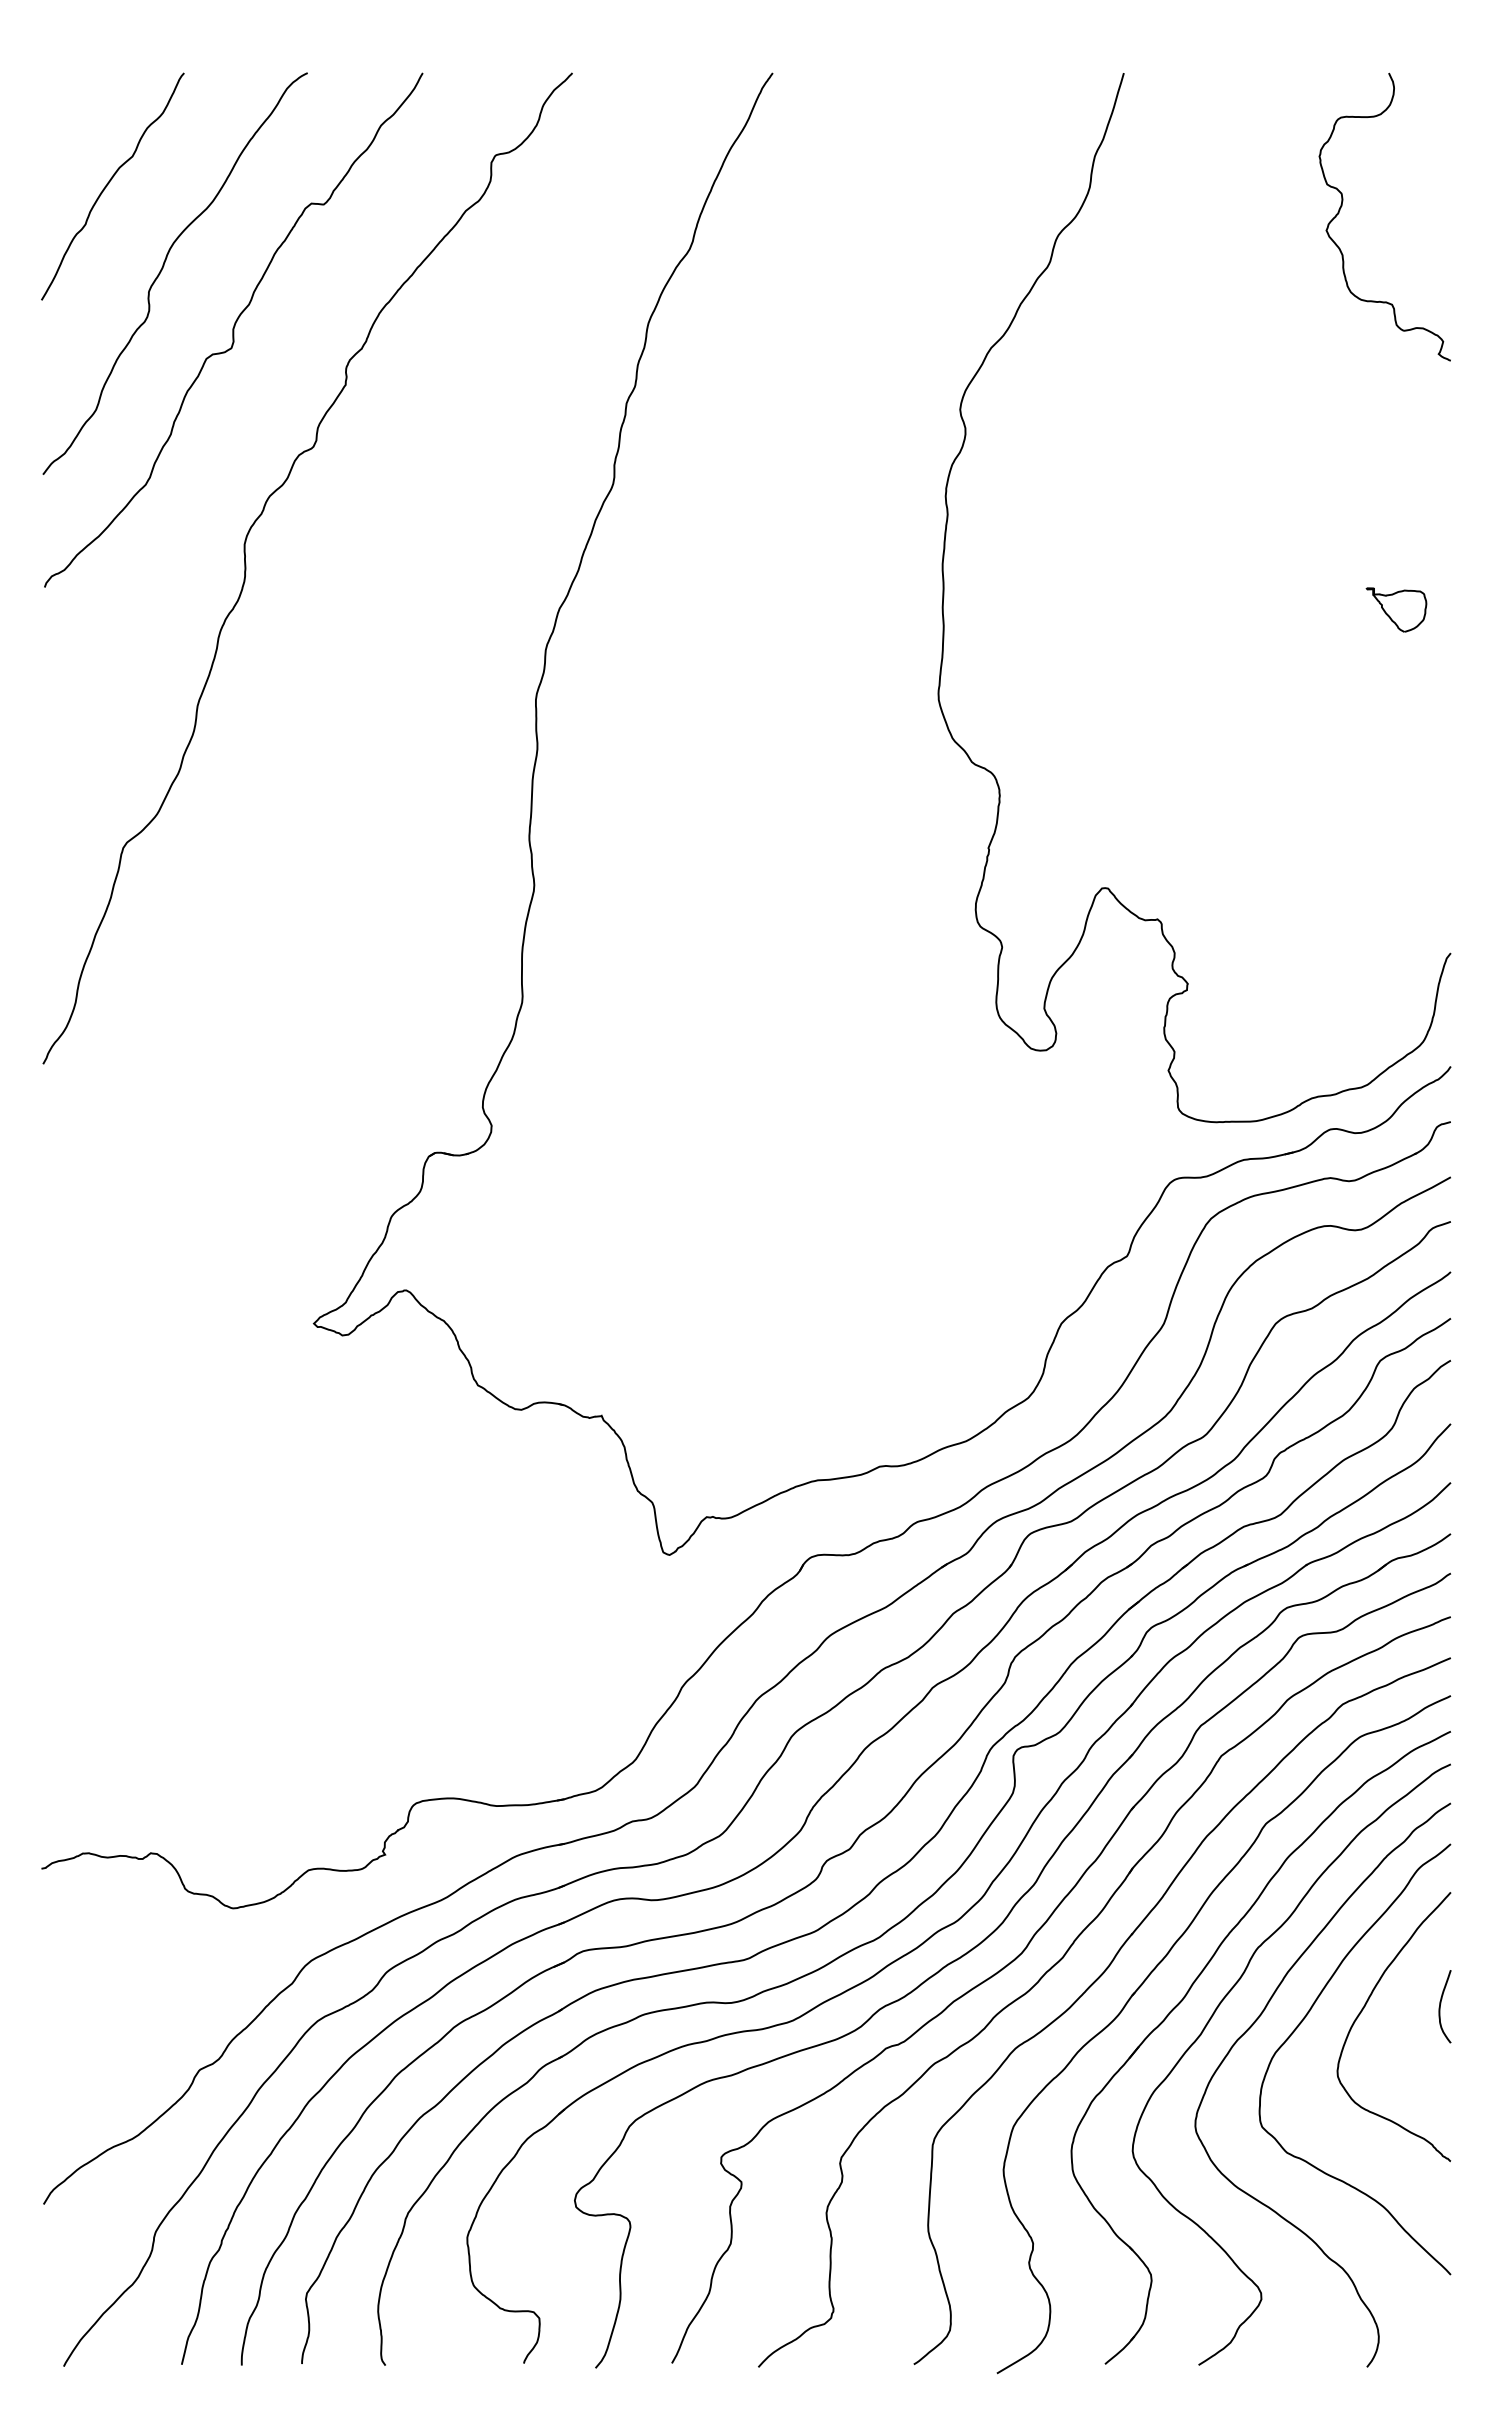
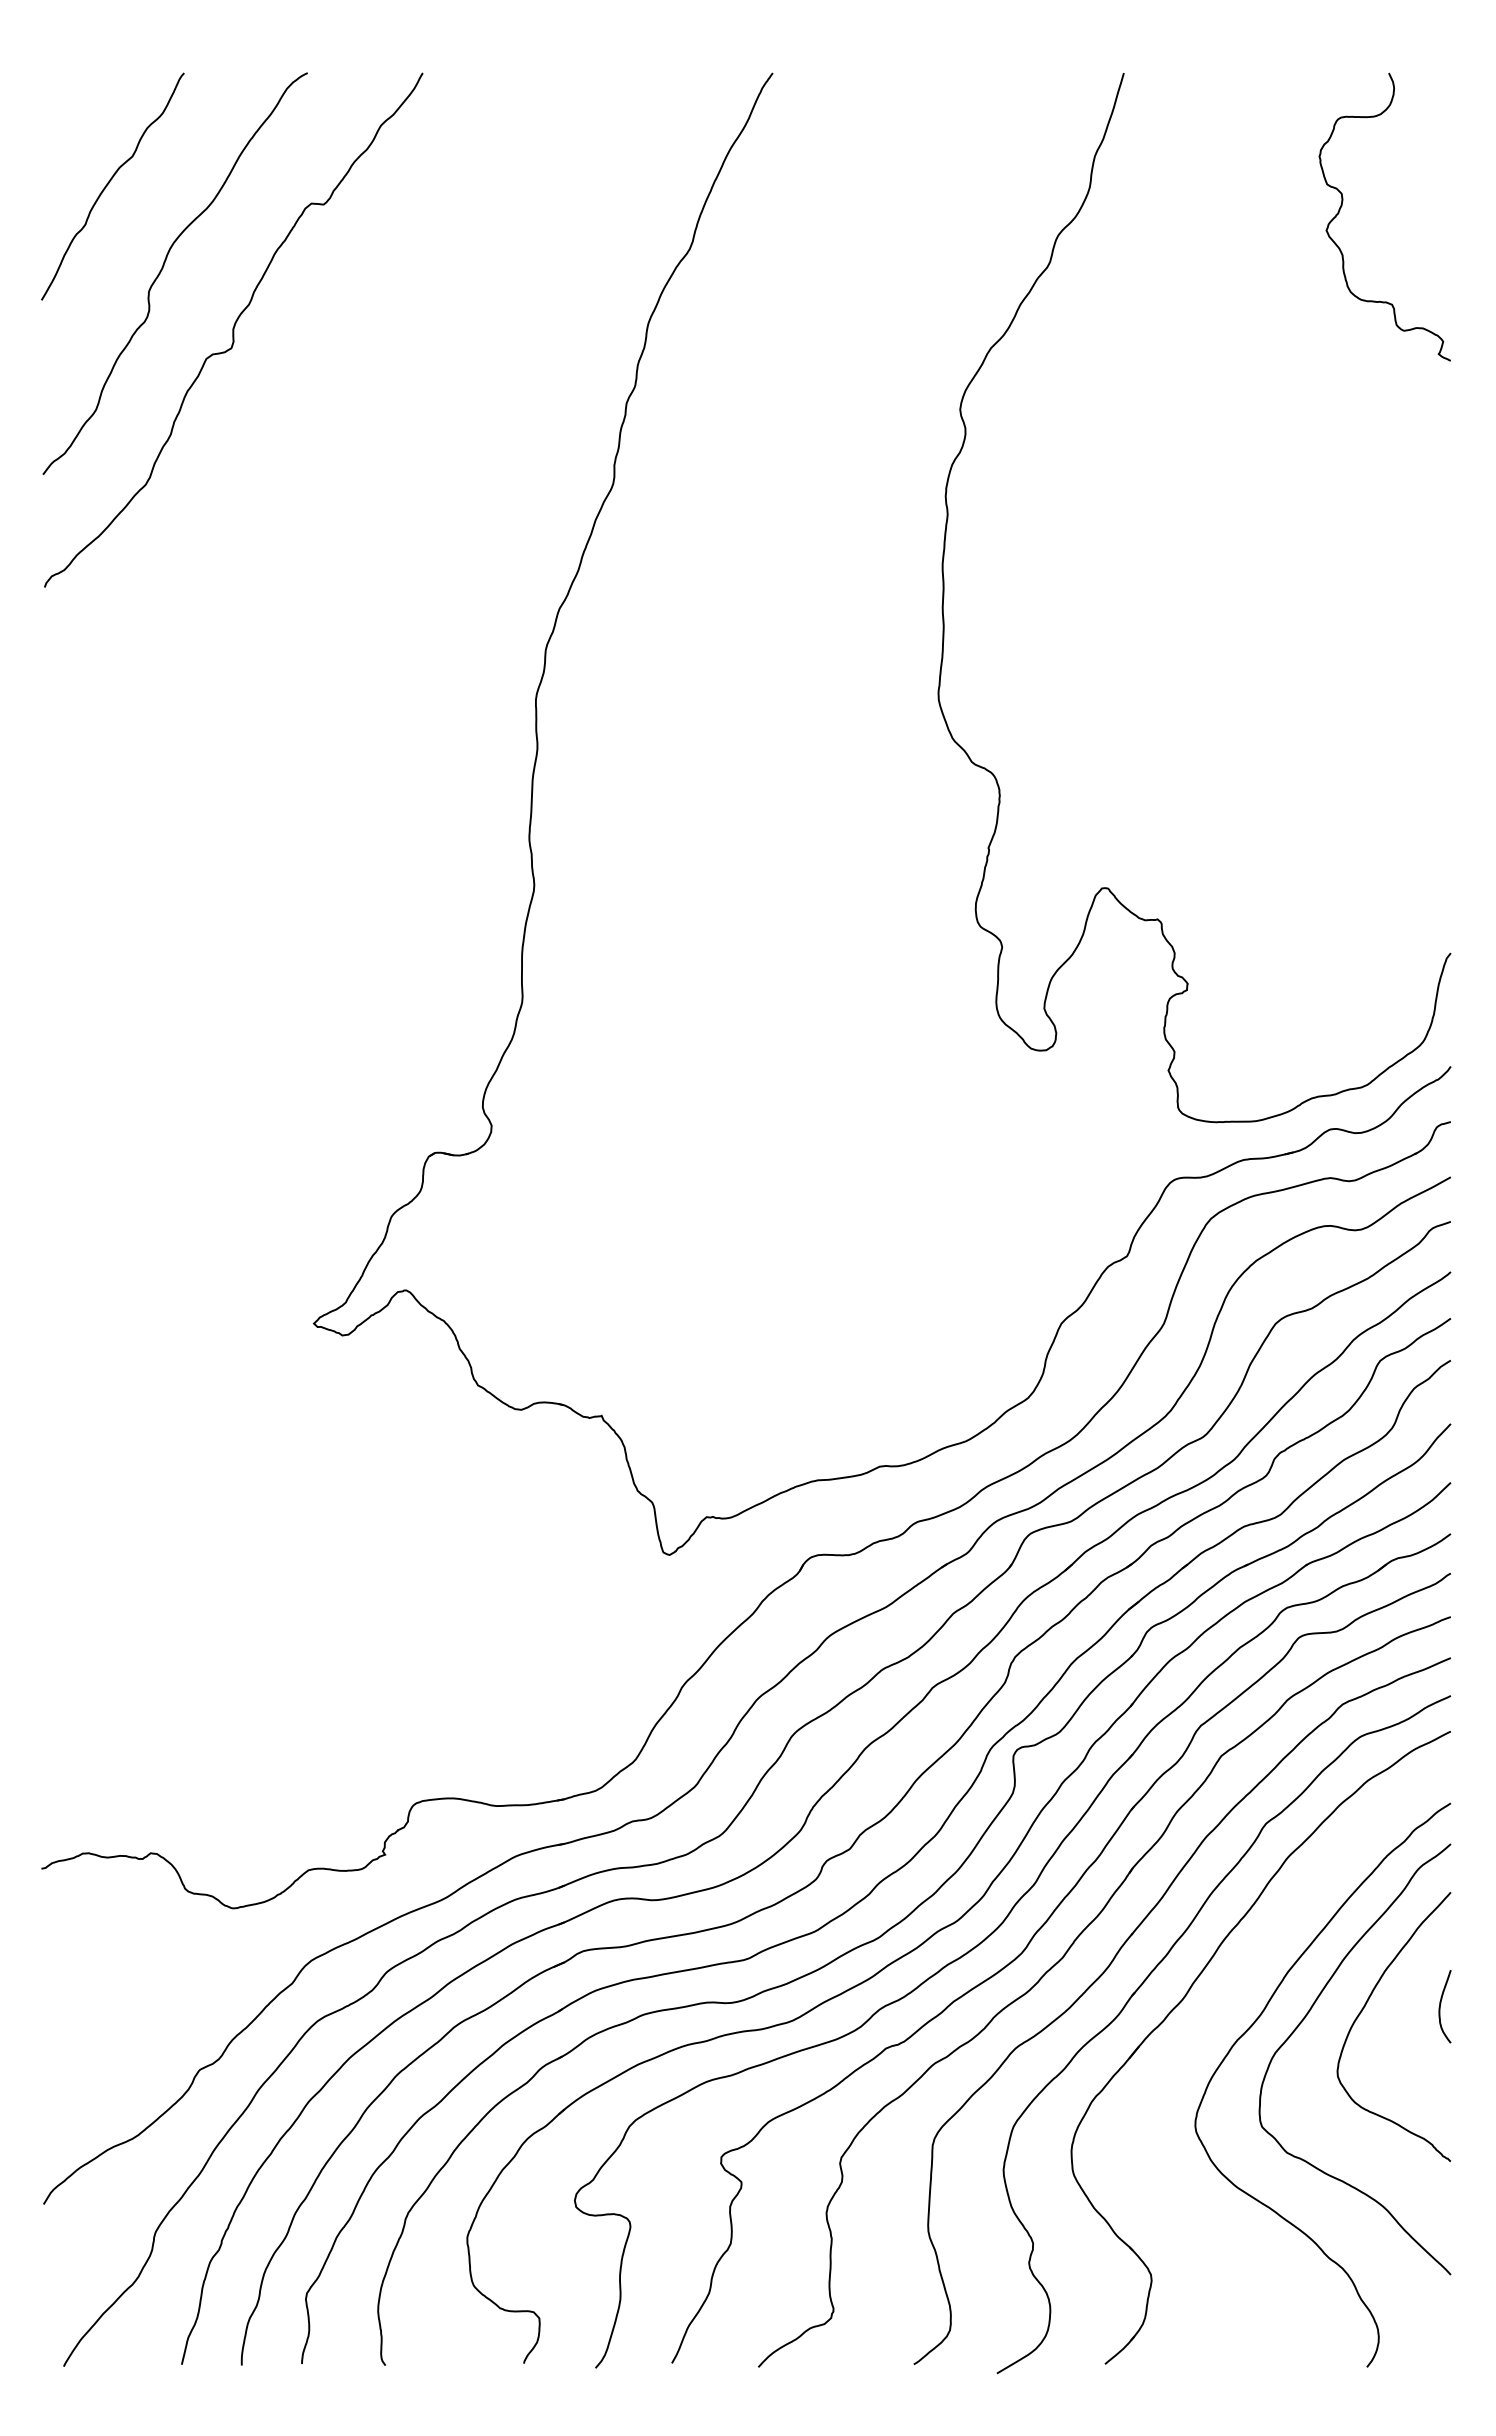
curve at (246, 568): present -> none
part at (1396, 609): present -> none
curve at (1211, 2019): present -> none
